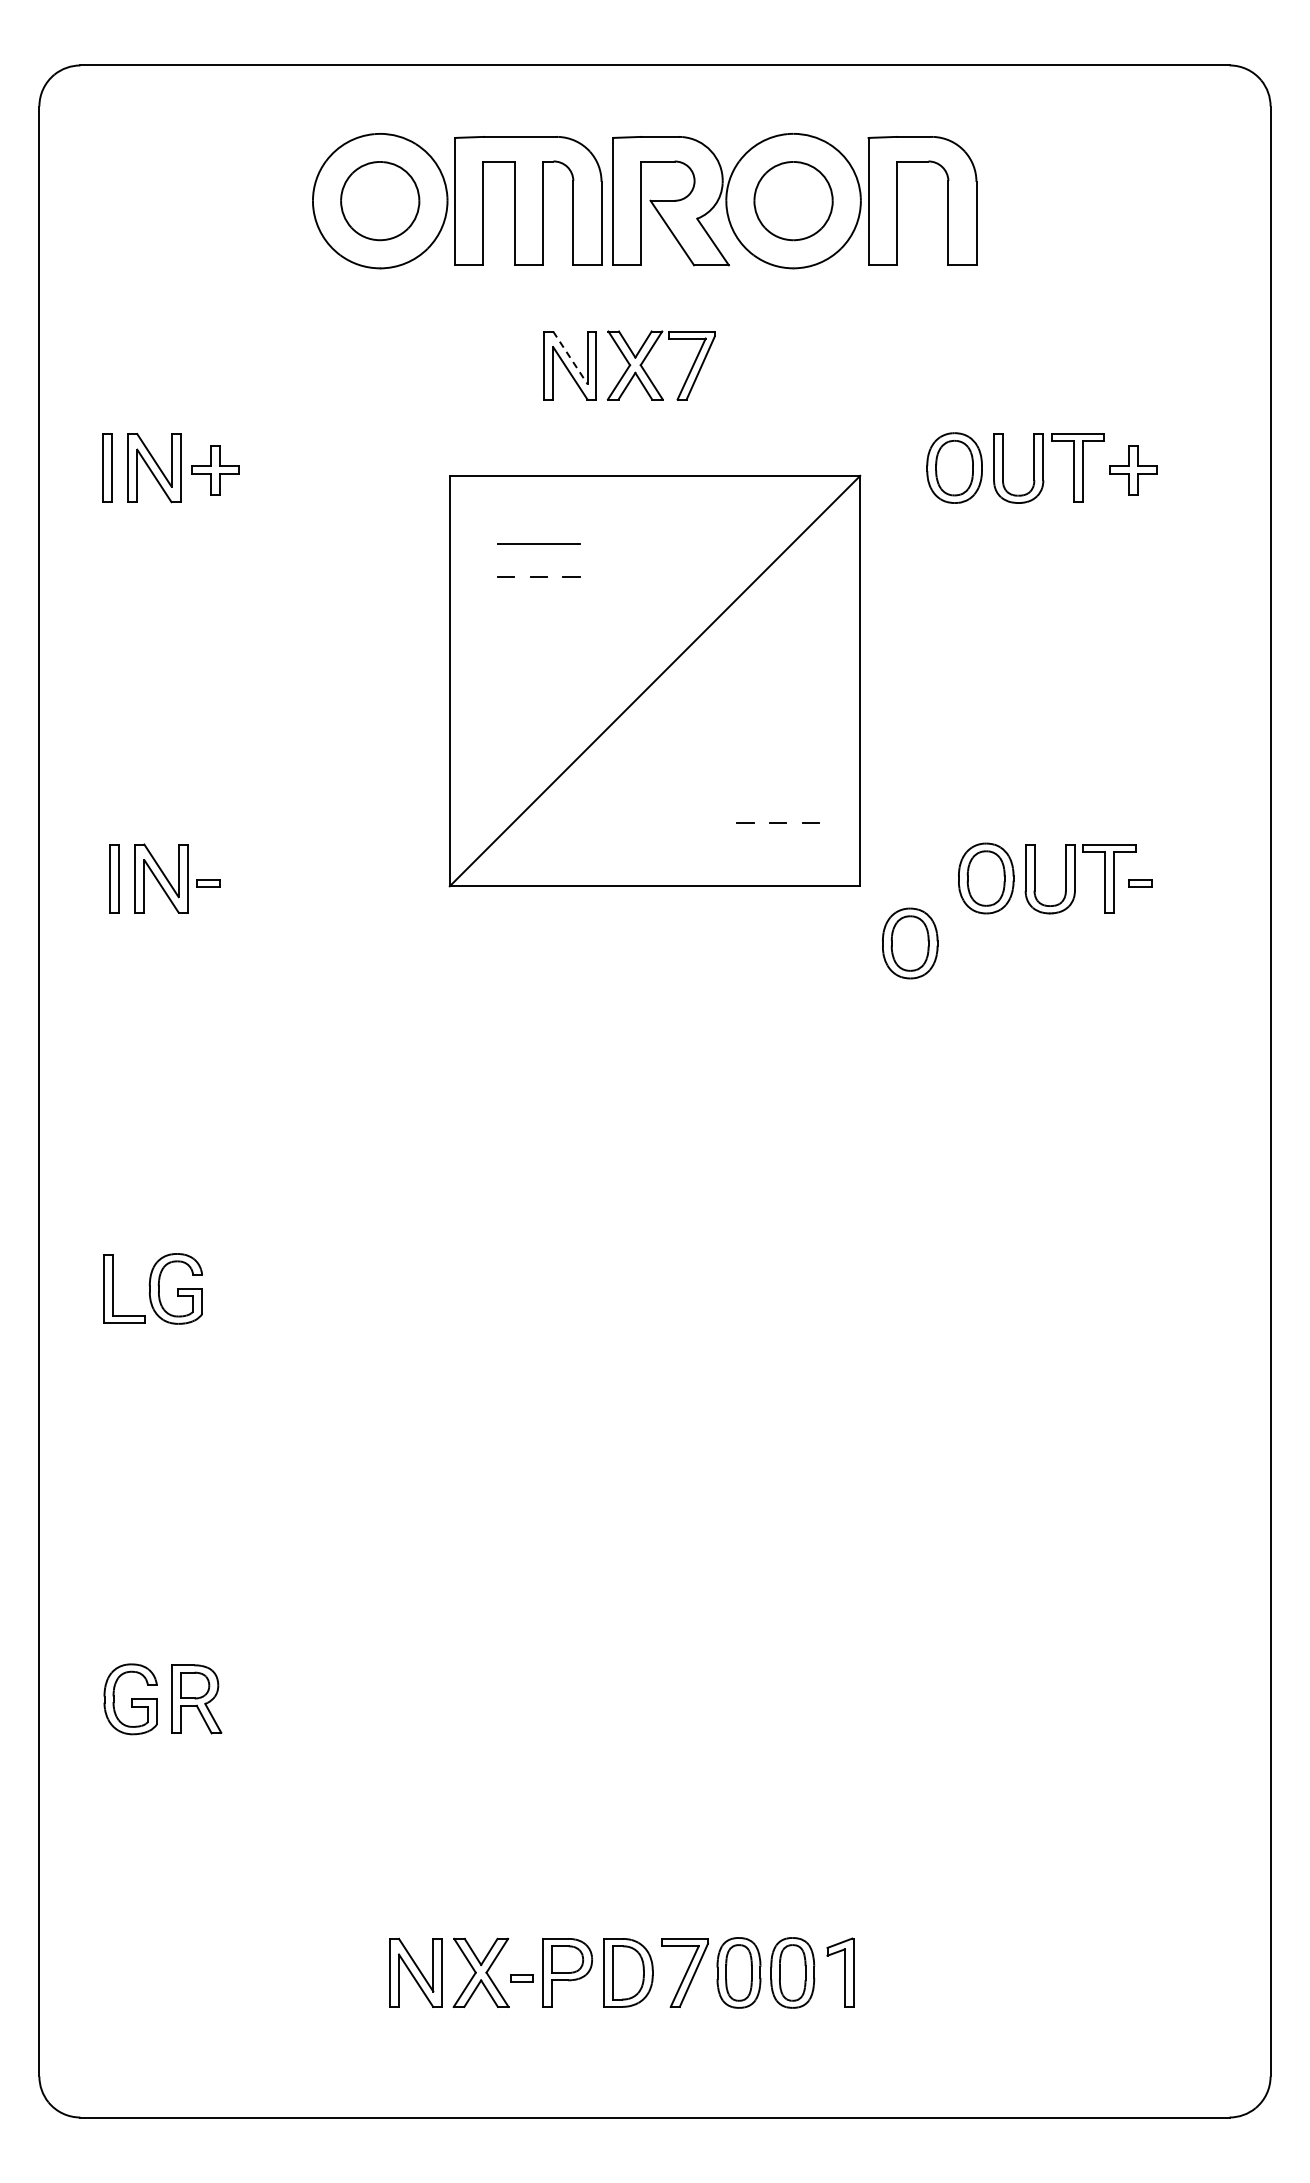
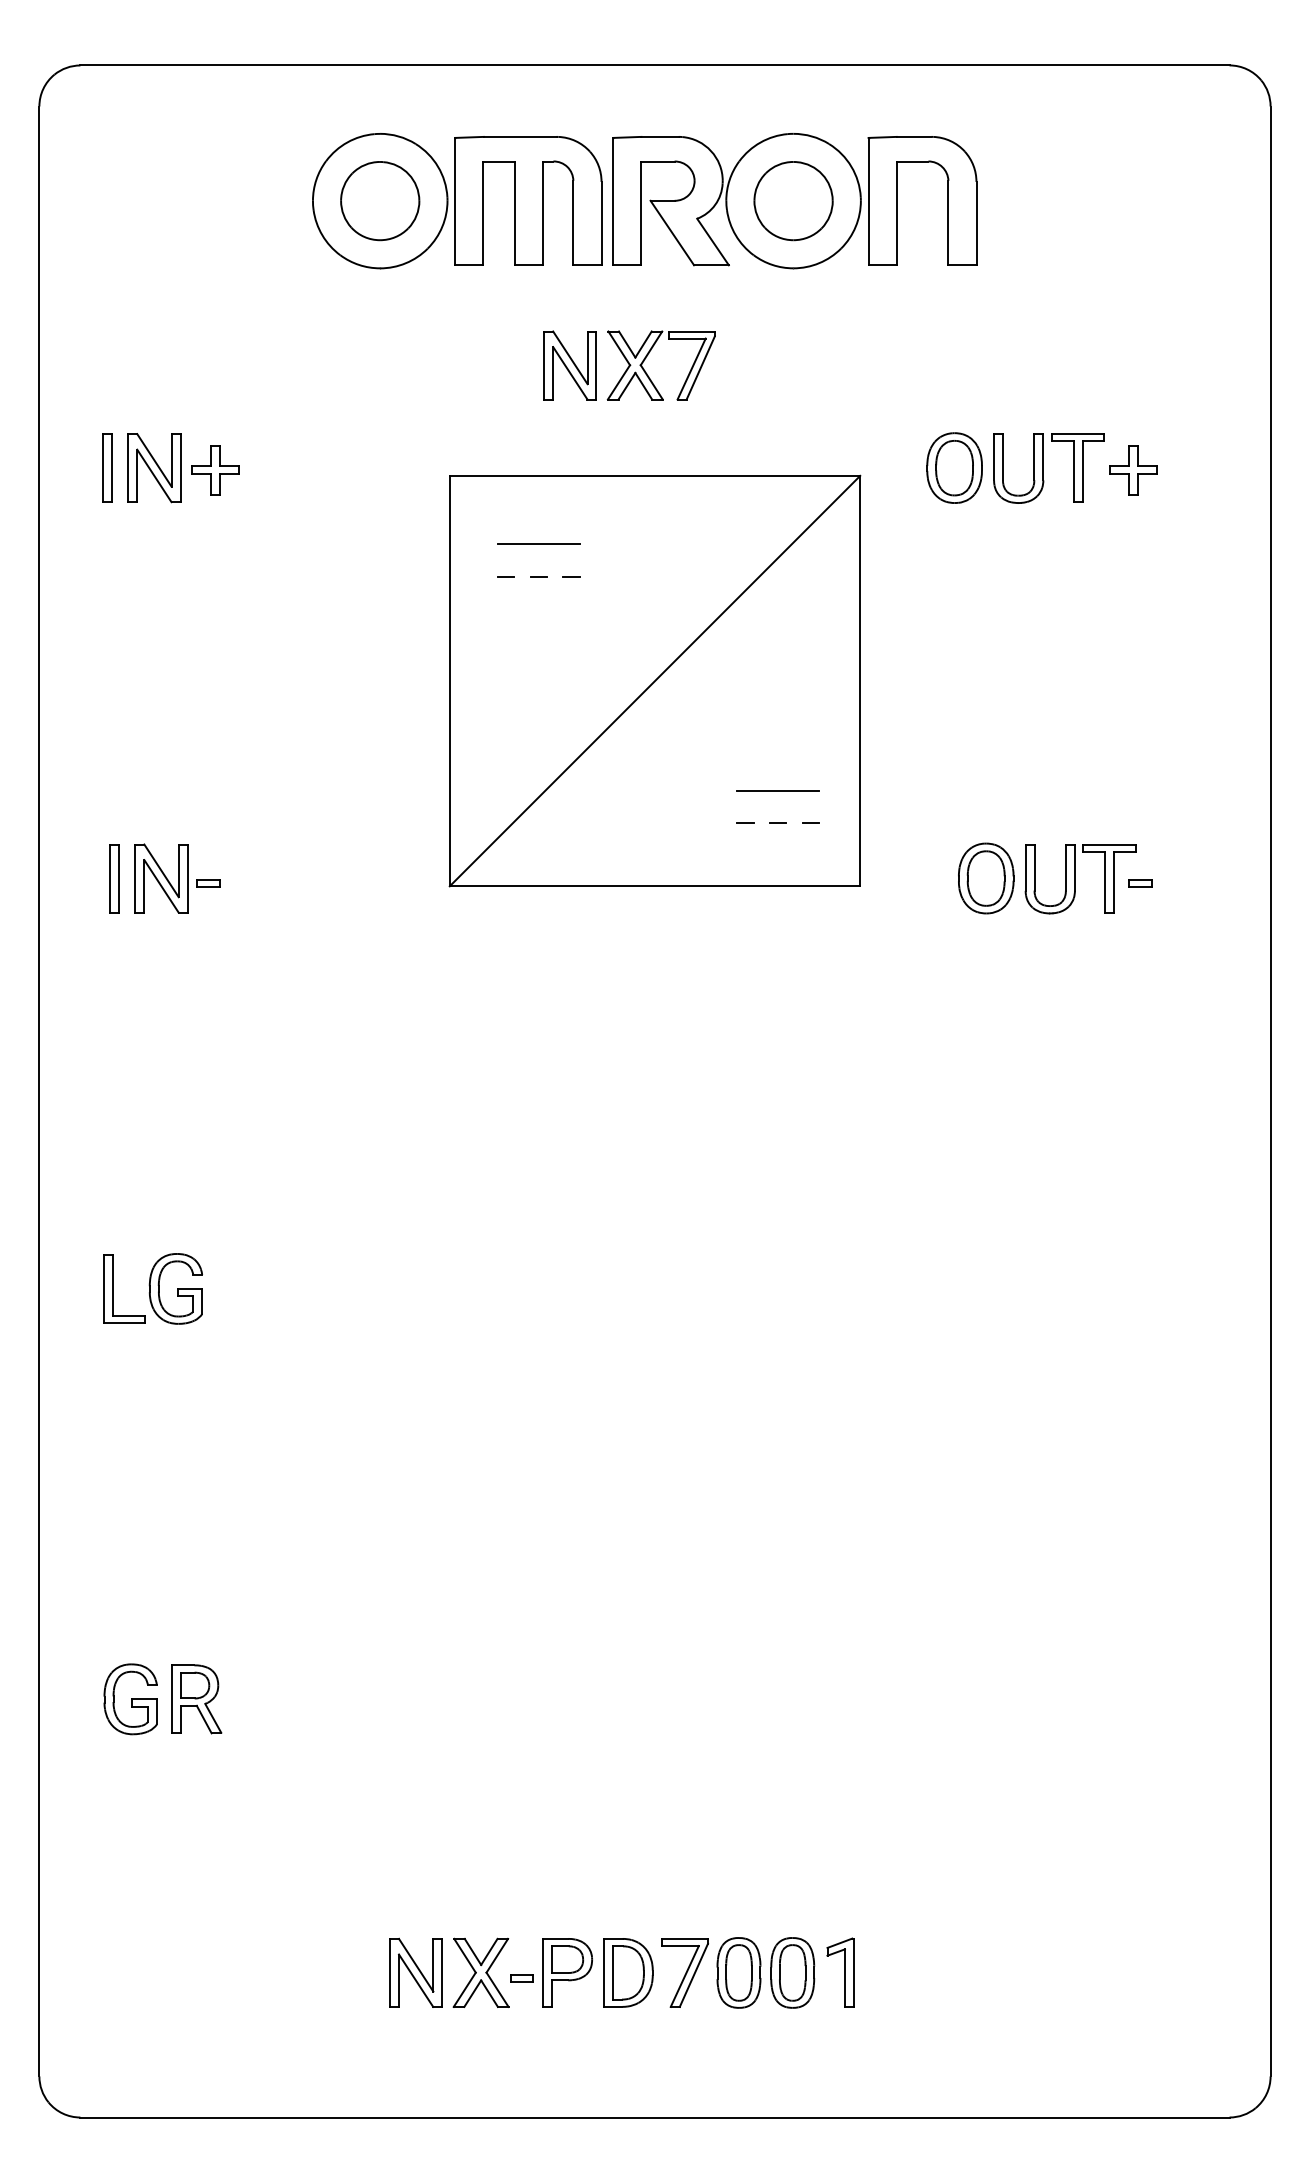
line at (570, 358): dashed -> solid
line at (778, 790): none -> present
part at (910, 943): present -> none
